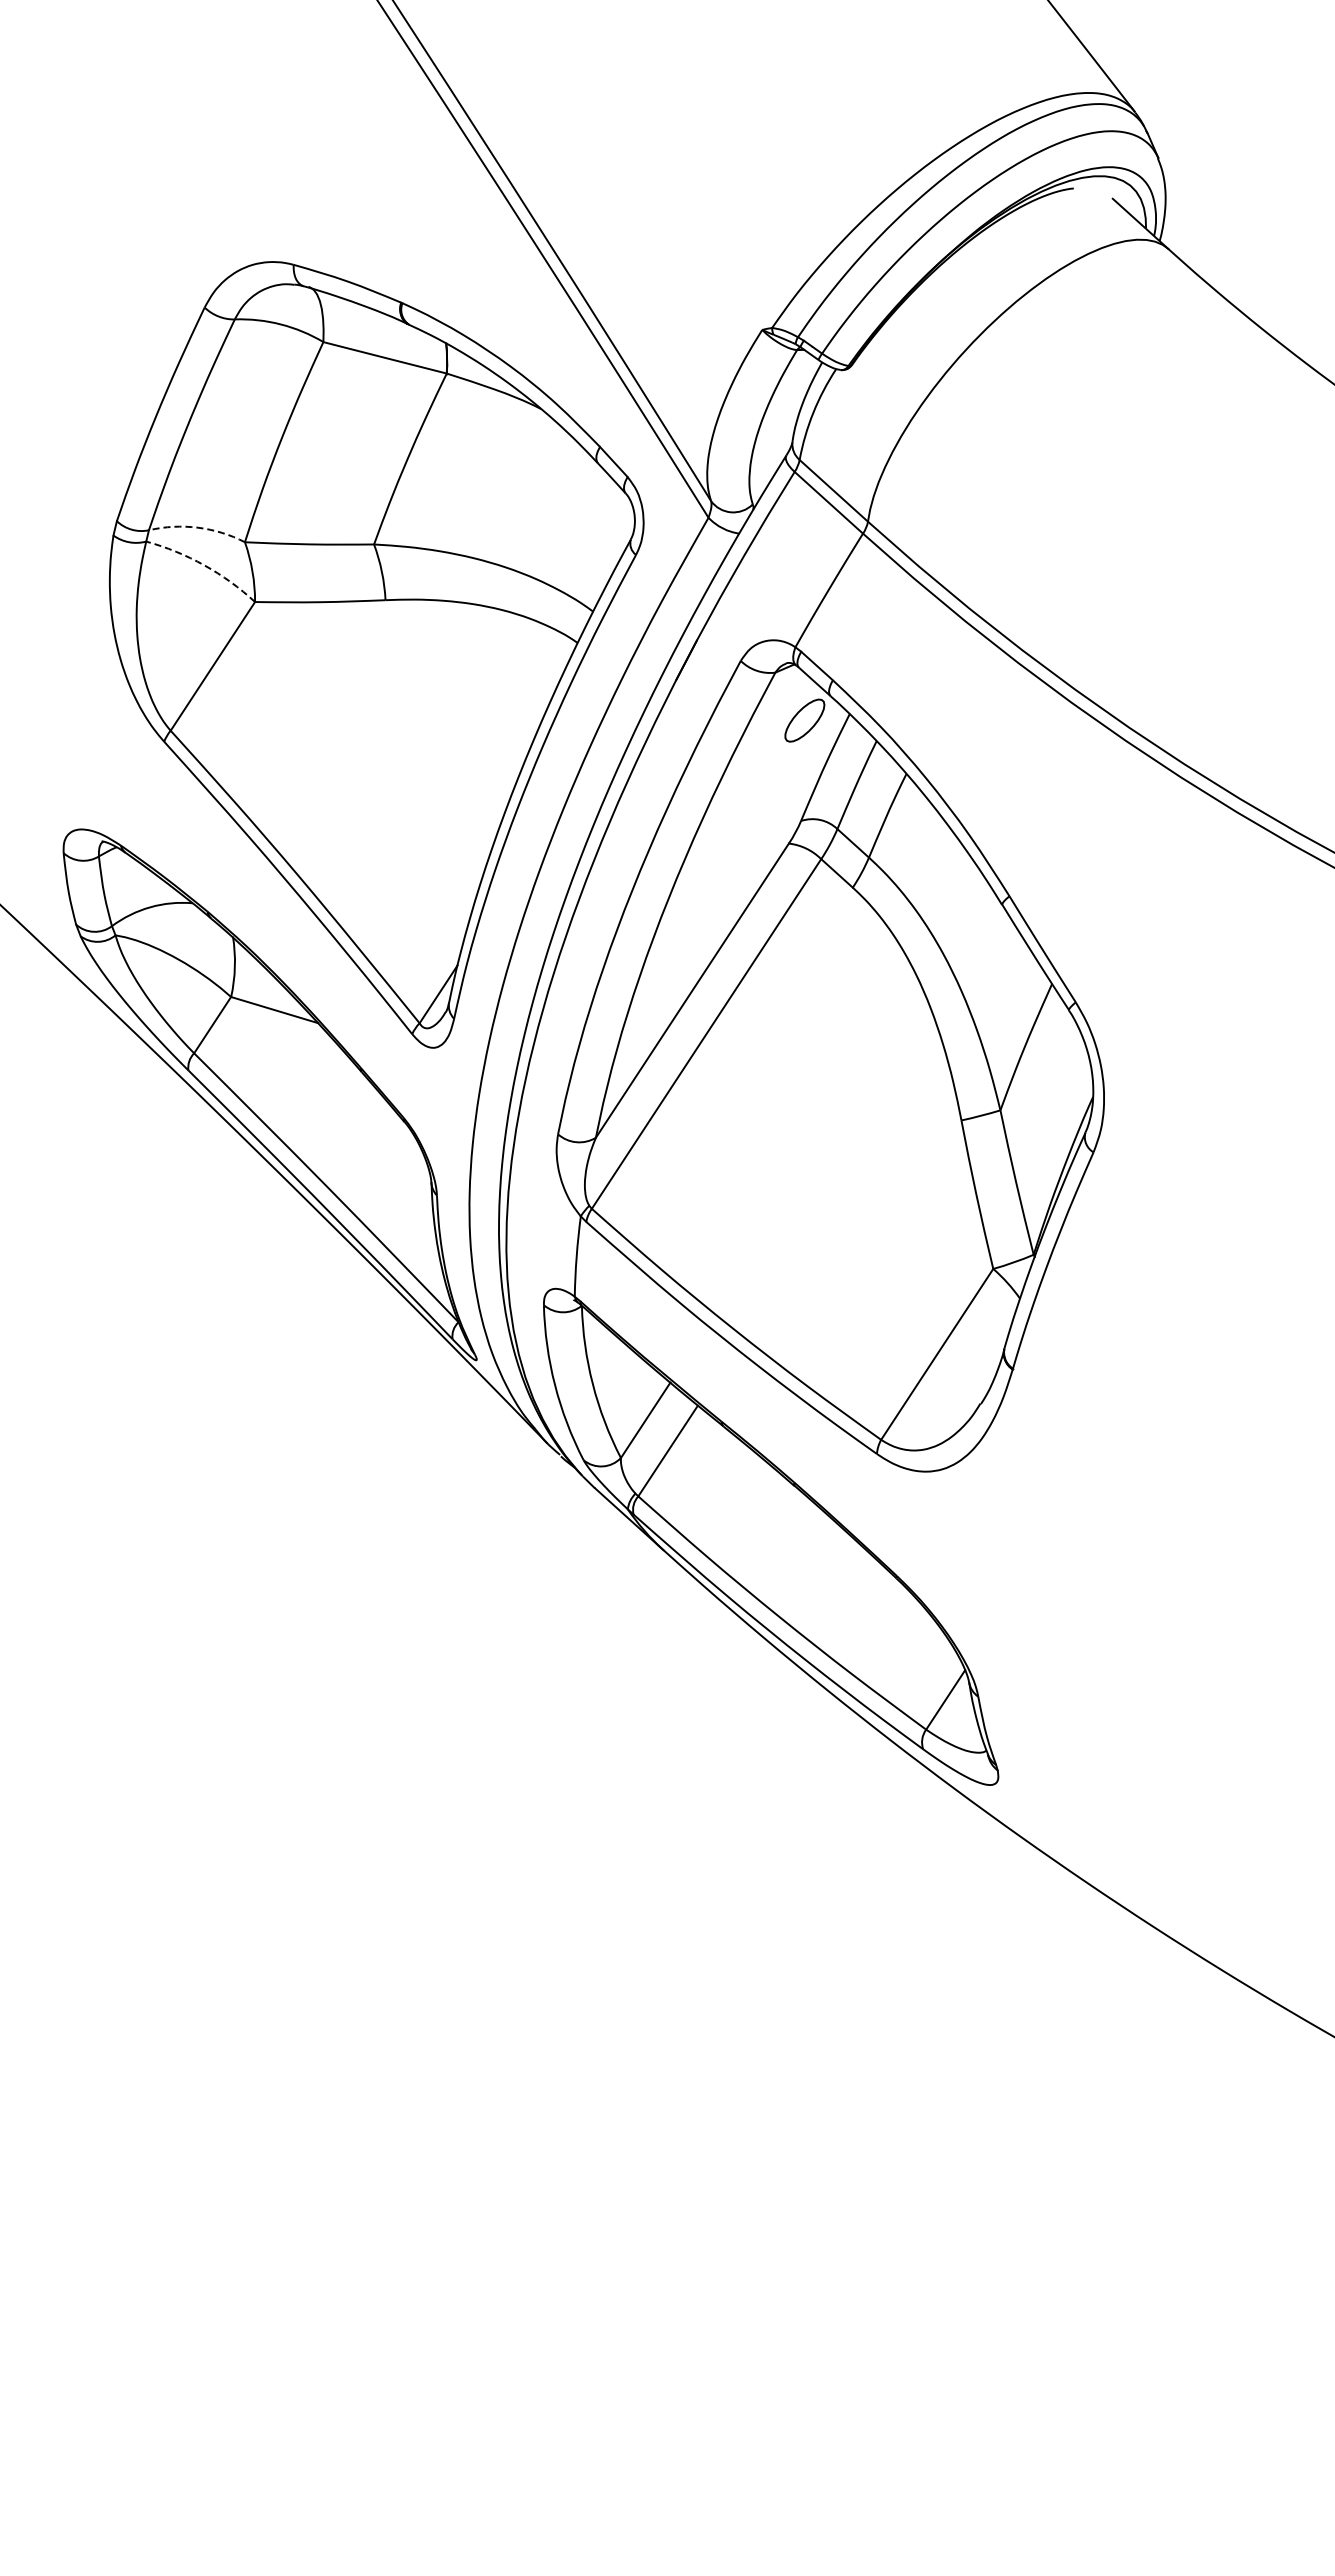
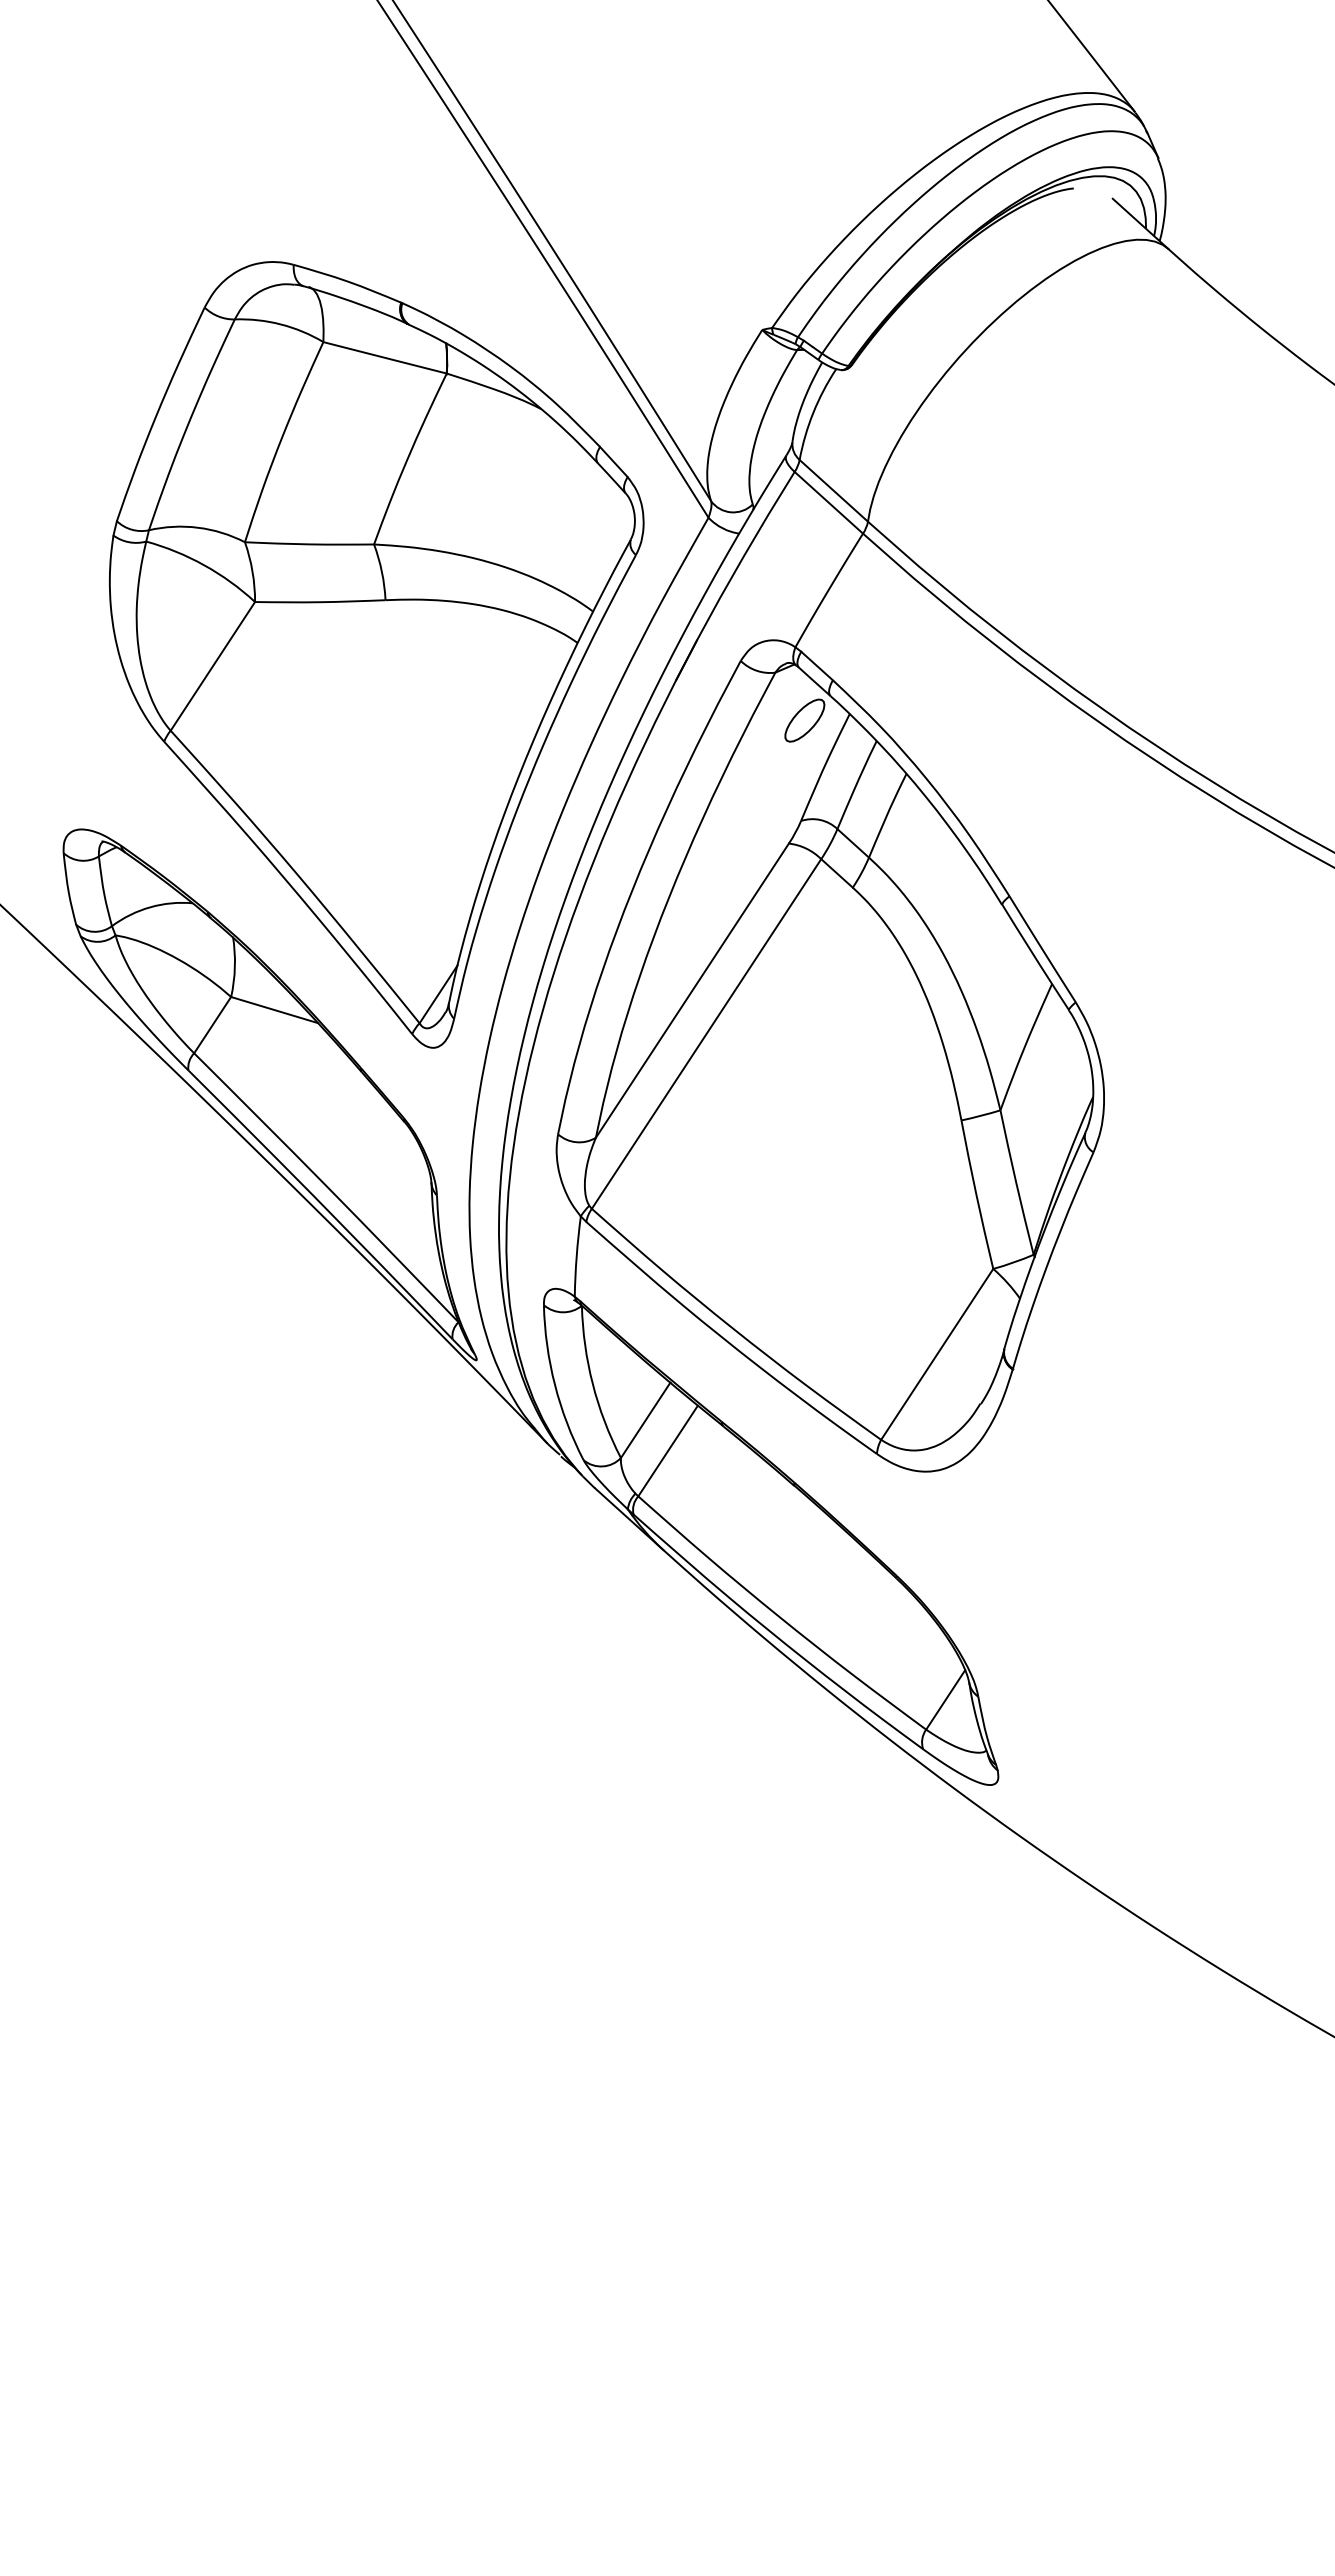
arc at (198, 527): dashed -> solid
arc at (204, 565): dashed -> solid
